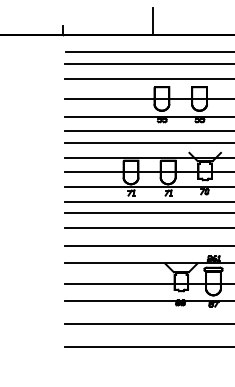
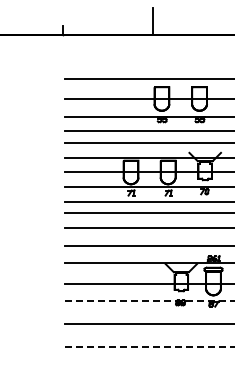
line at (148, 51): present -> none
line at (148, 63): present -> none
line at (149, 301): solid -> dashed
line at (149, 347): solid -> dashed
